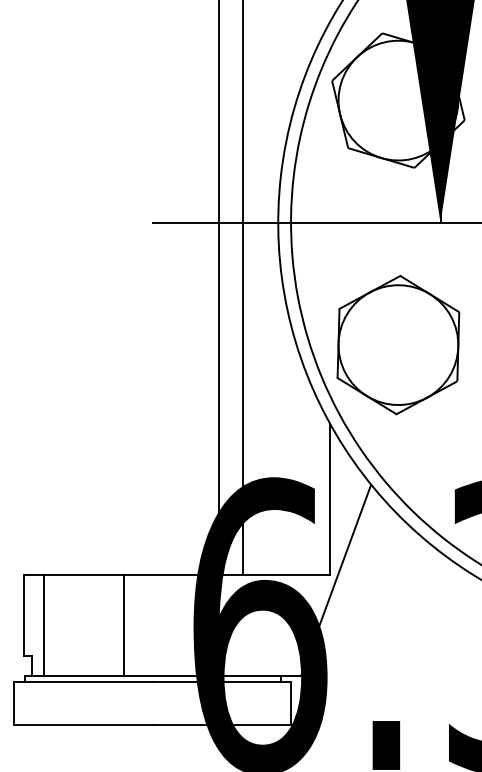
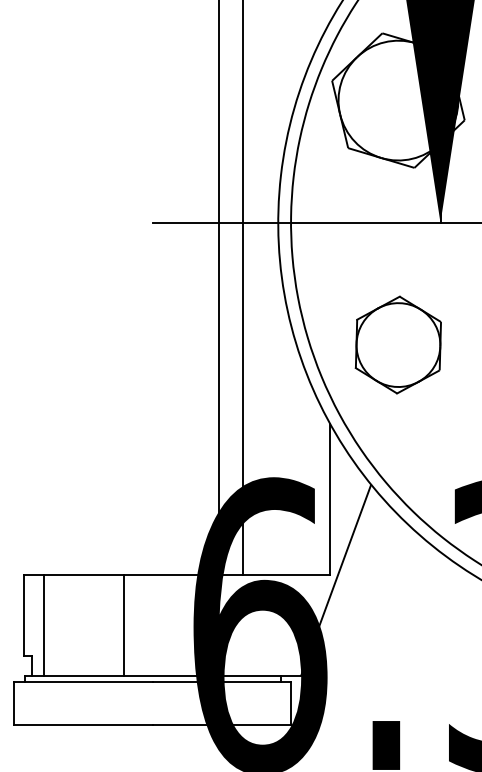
part at (398, 344) size: 125x142 px -> 88x100 px
